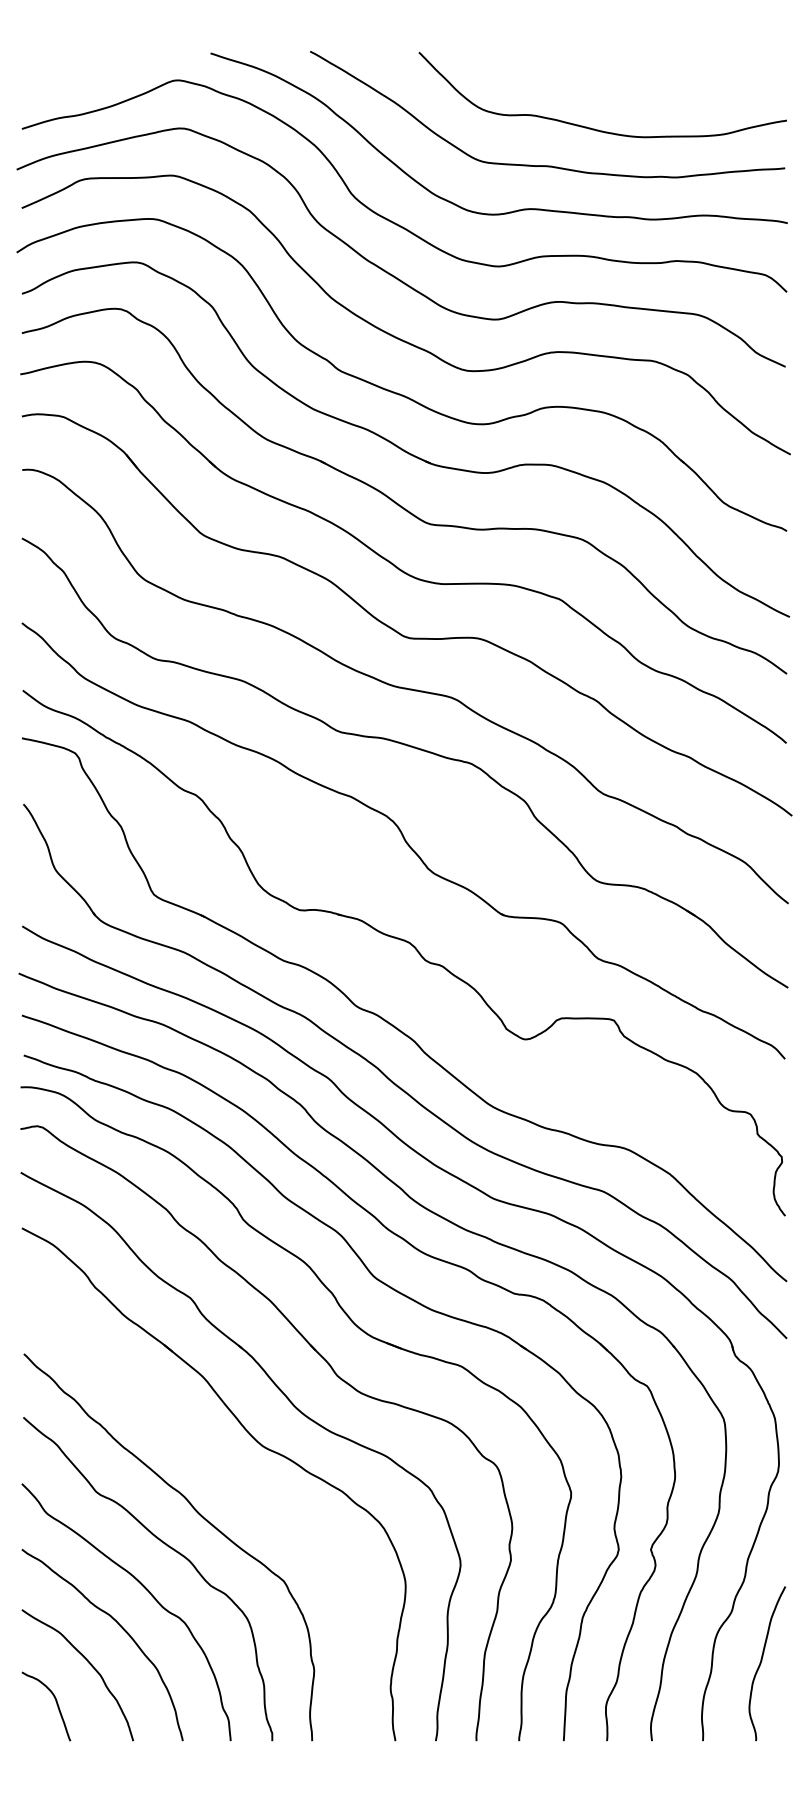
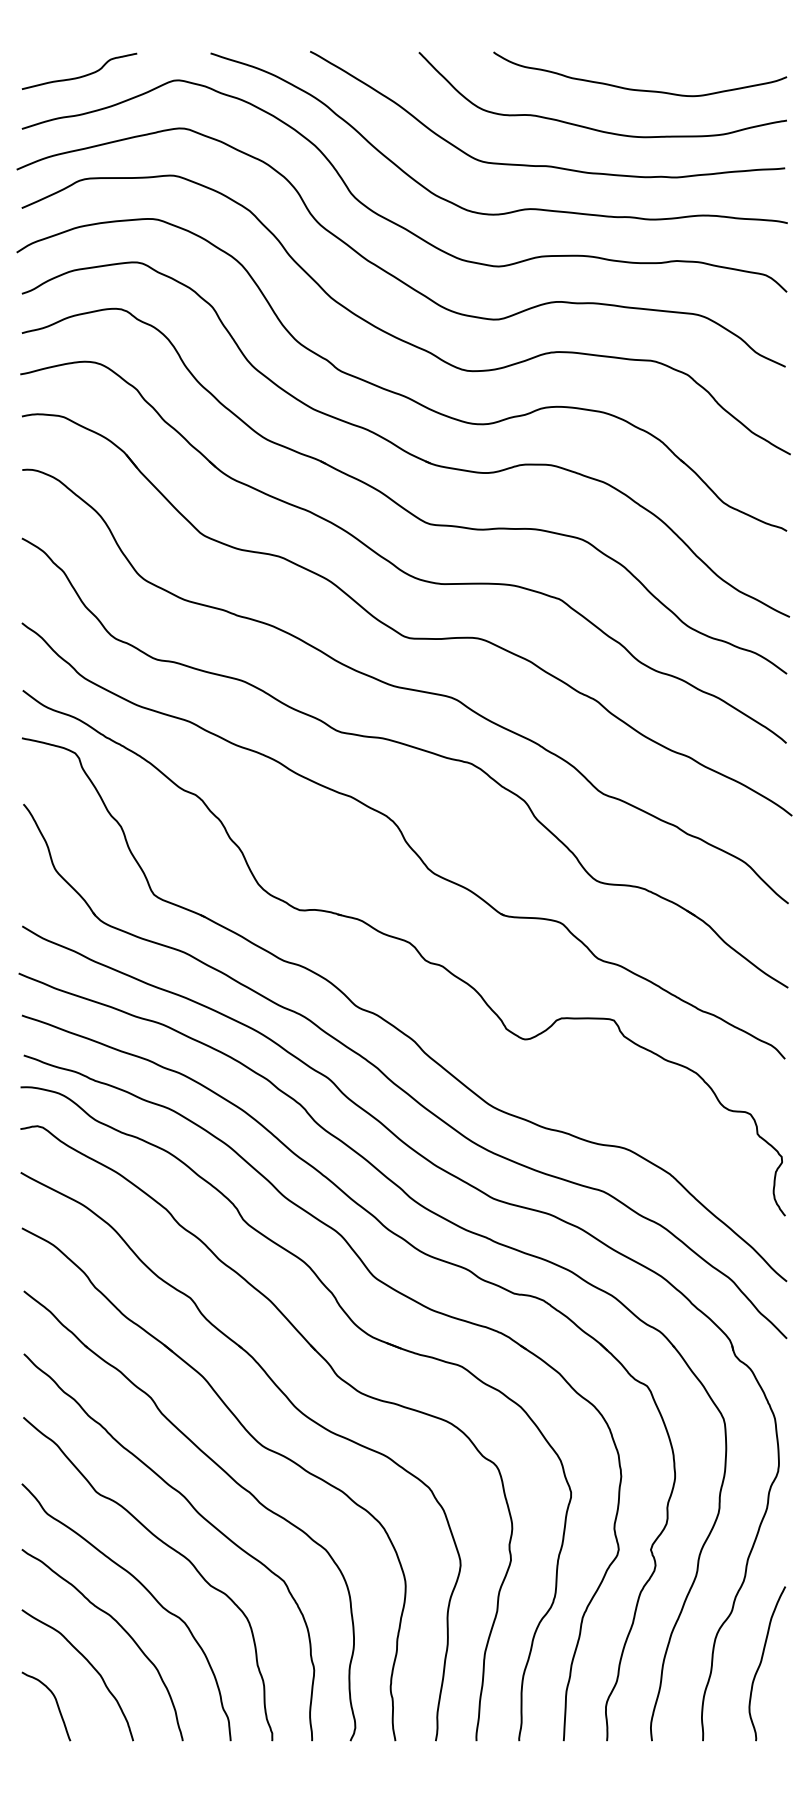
curve at (82, 75): none -> present
curve at (640, 89): none -> present
part at (228, 1476): none -> present
